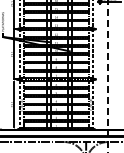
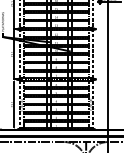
line at (108, 76): dashed -> solid
